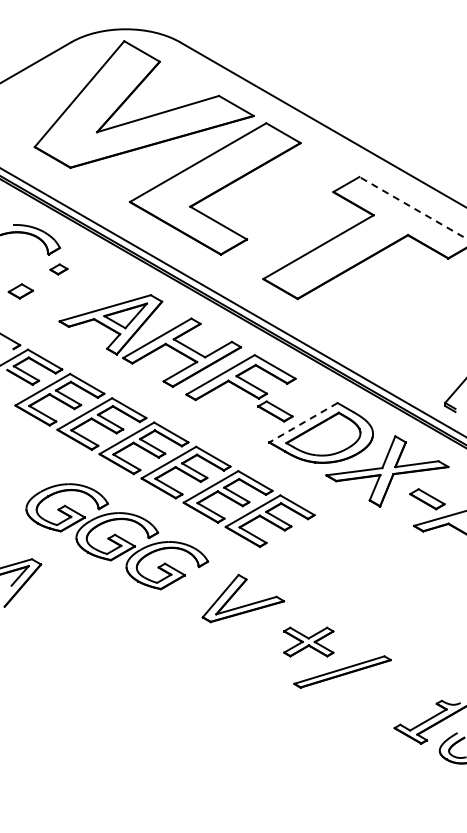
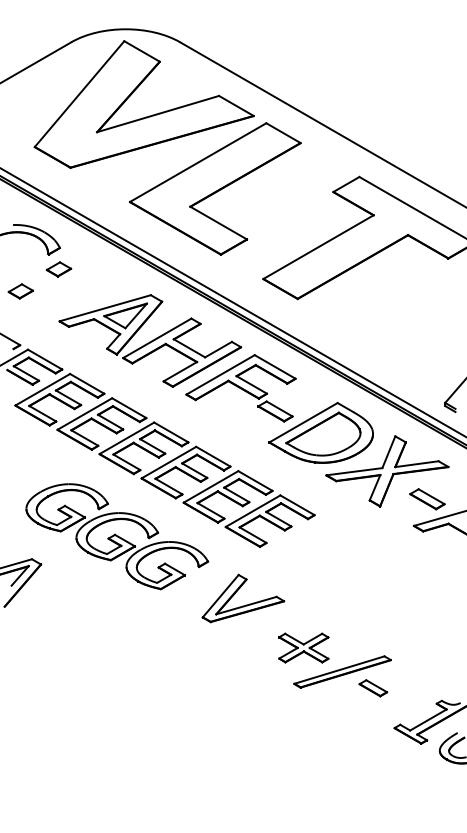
line at (413, 207): dashed -> solid
part at (58, 269) size: 20x13 px -> 28x17 px
line at (303, 422): dashed -> solid
part at (308, 641) position: (308, 641) -> (303, 647)
part at (373, 688): none -> present
